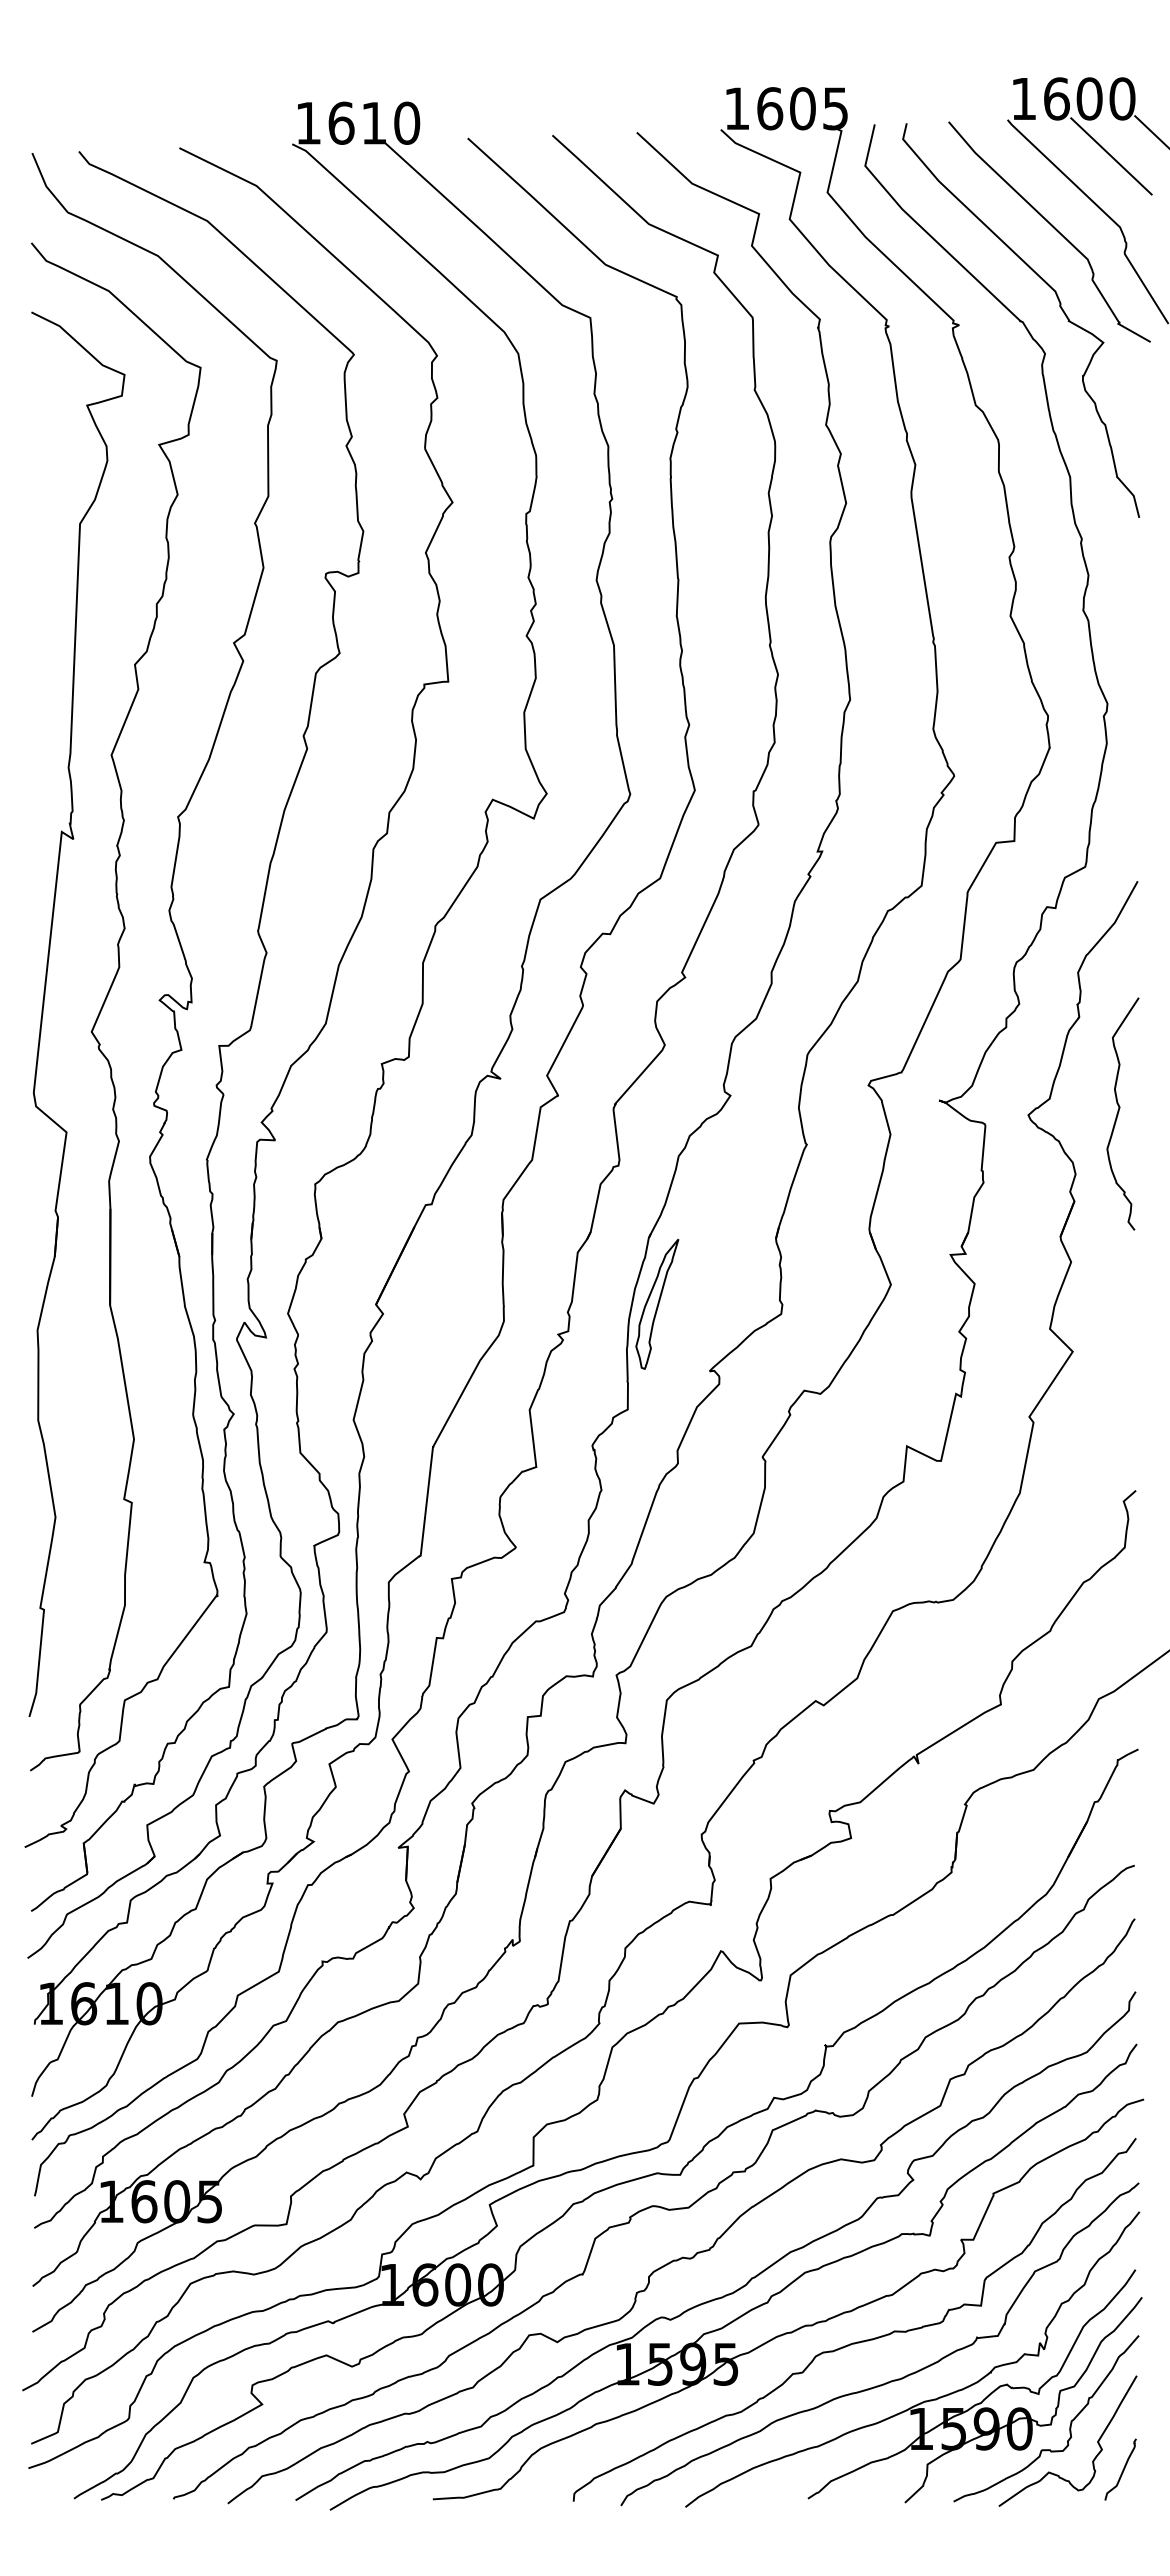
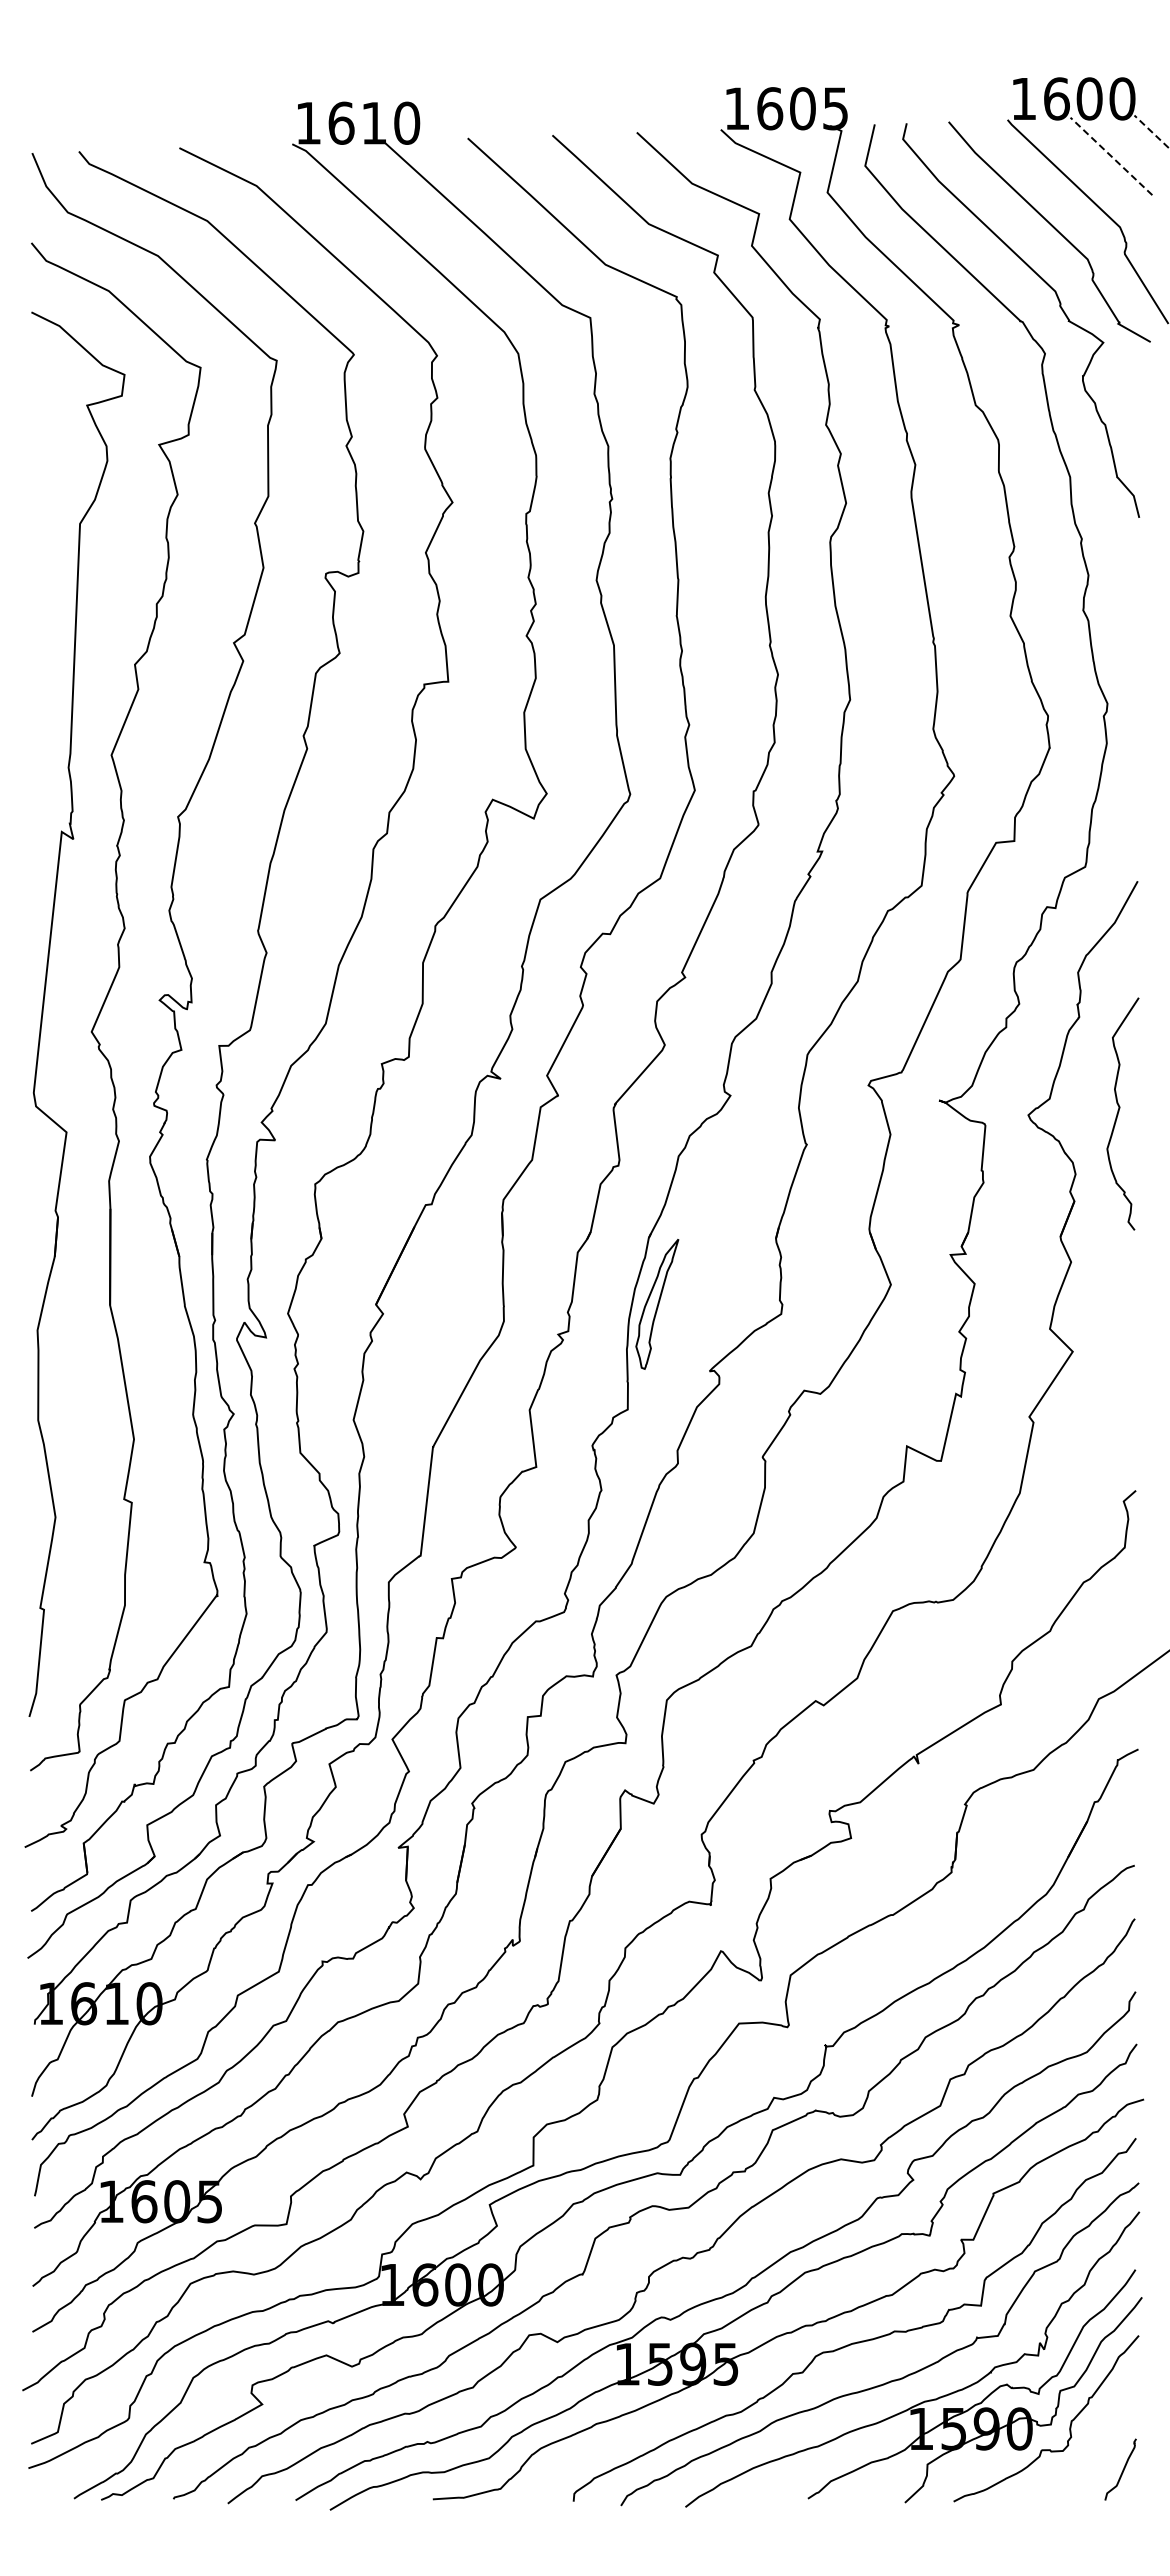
line at (1151, 131): solid -> dashed
line at (1111, 156): solid -> dashed
curve at (1097, 2440): present -> none
